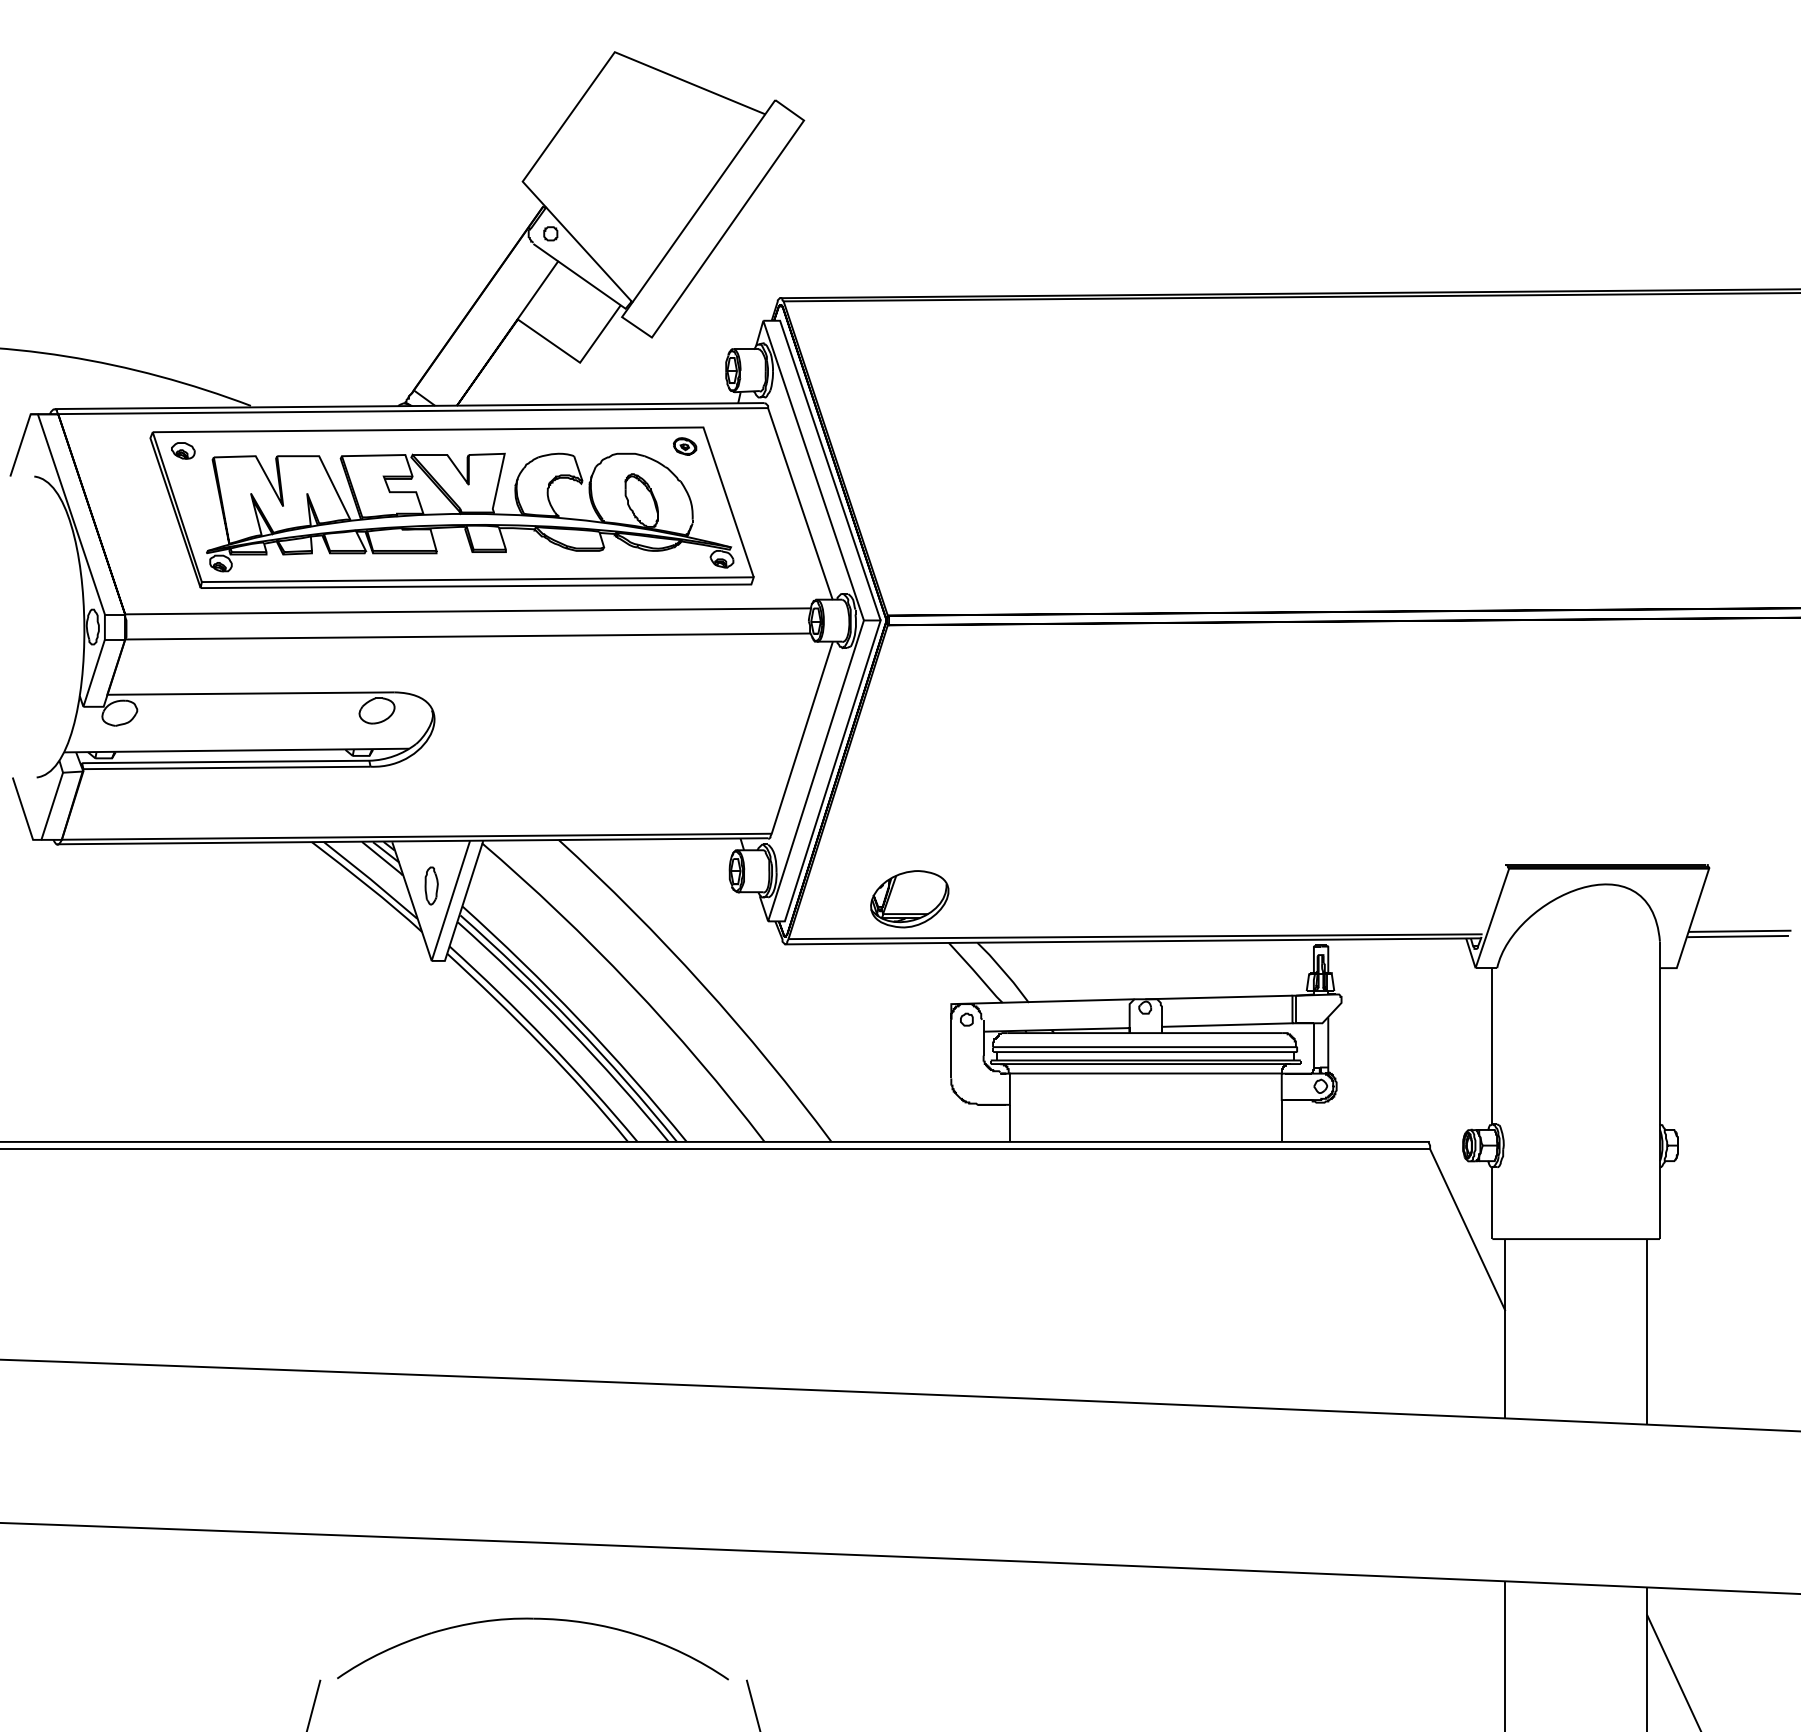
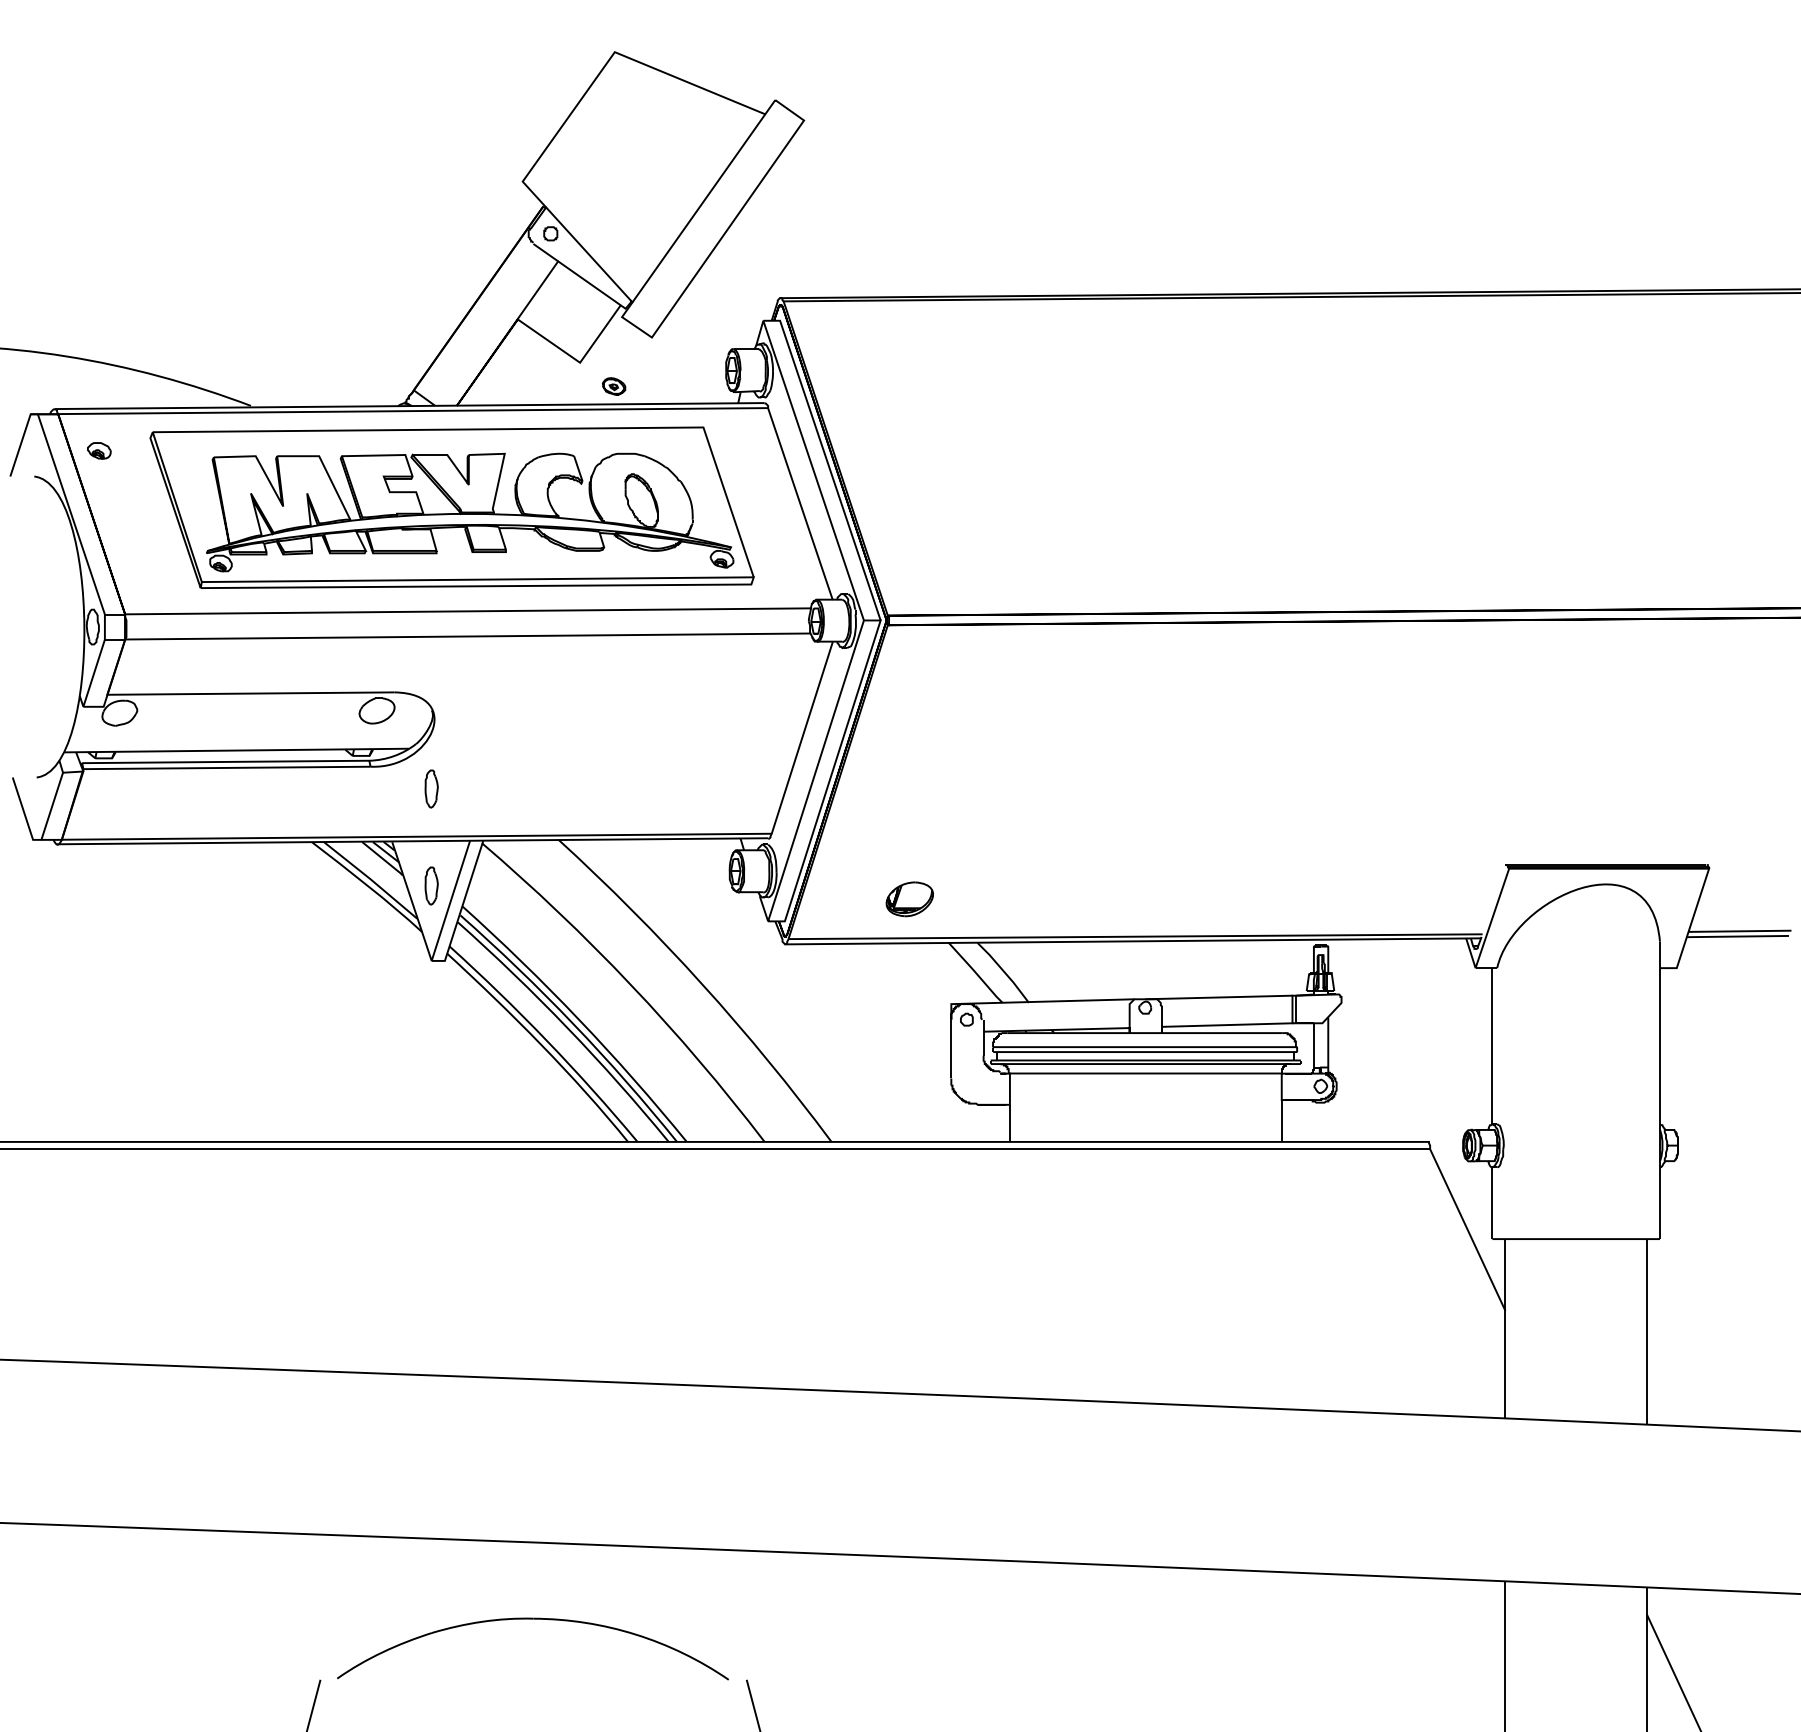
part at (684, 446) position: (684, 446) -> (613, 386)
part at (183, 450) position: (183, 450) -> (99, 450)
part at (431, 788): none -> present
part at (909, 899) size: 80x59 px -> 49x37 px
